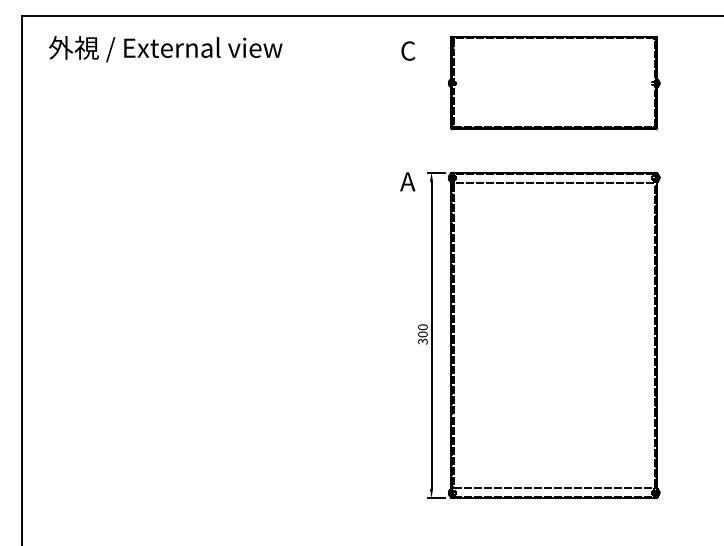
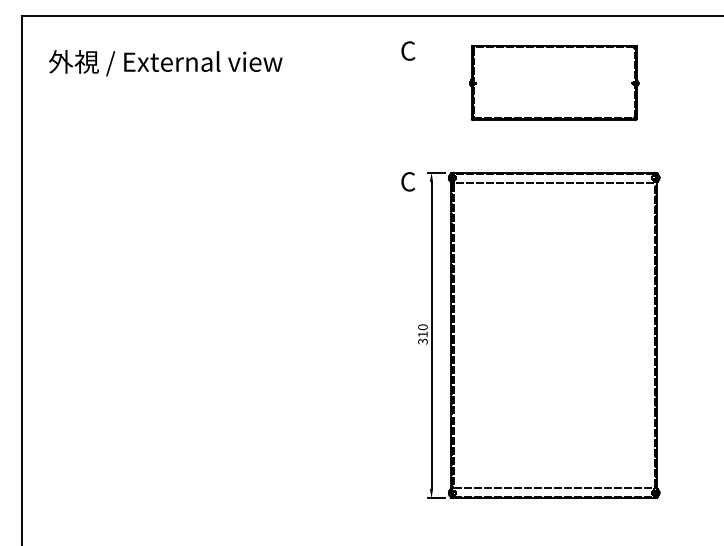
text at (165, 49) position: (165, 49) -> (165, 63)
part at (554, 83) size: 213x95 px -> 171x77 px
text at (407, 181): A -> C
text at (422, 334): 300 -> 310
